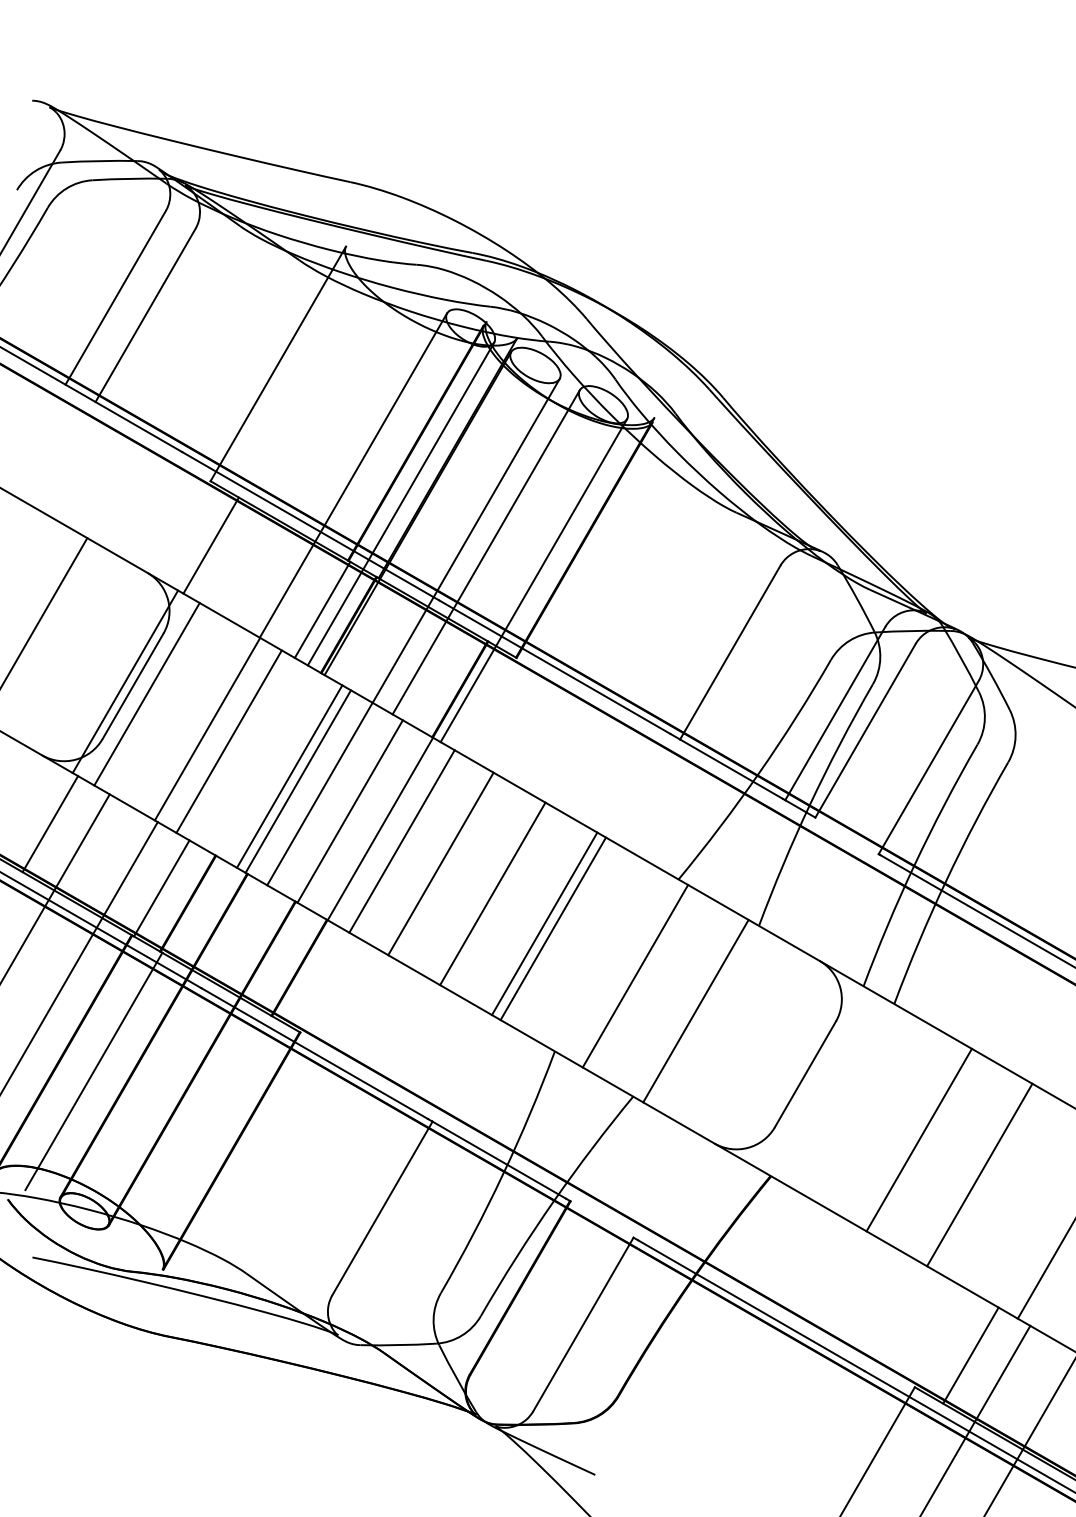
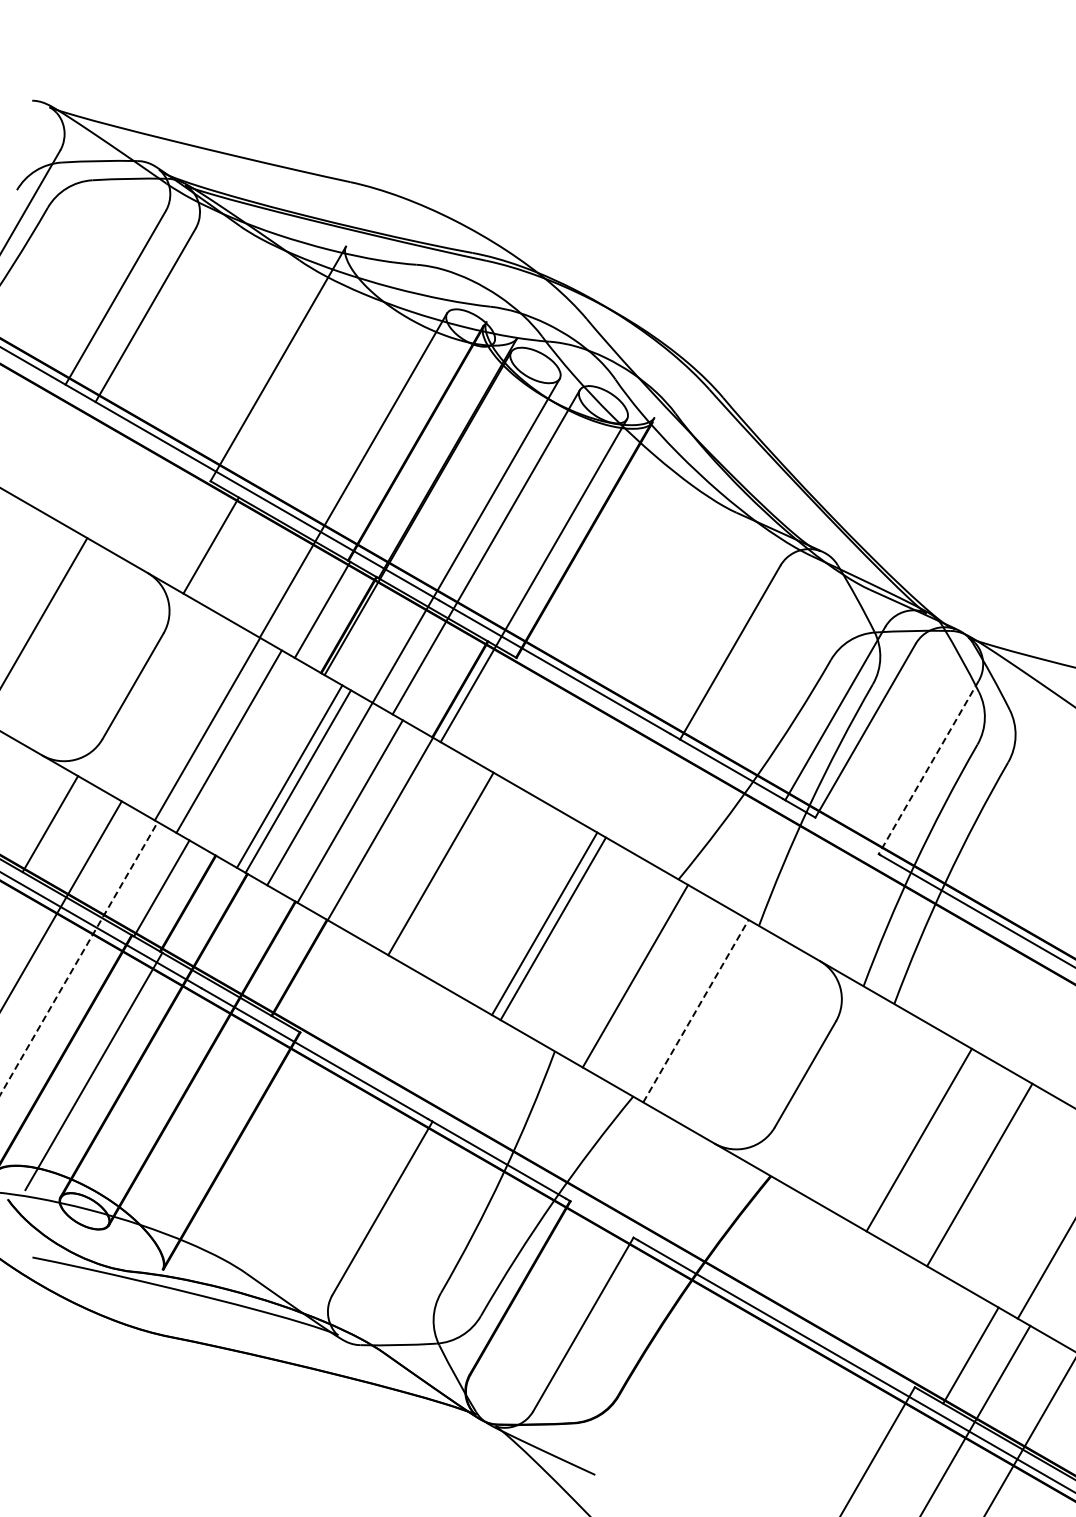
line at (400, 503): present -> none
line at (125, 681): present -> none
line at (146, 694): present -> none
line at (928, 767): solid -> dashed
line at (401, 841): present -> none
line at (55, 887) position: (55, 887) -> (61, 904)
line at (492, 893): present -> none
line at (79, 957): solid -> dashed
line at (696, 1010): solid -> dashed
